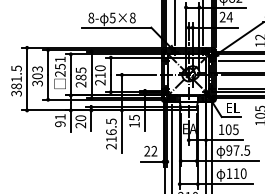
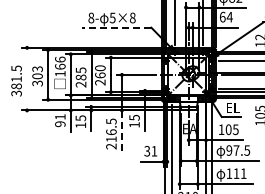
text at (222, 16): 24 -> 64
line at (116, 27): solid -> dashed
text at (60, 66): 251 -> 166
text at (100, 75): 210 -> 260
line at (27, 79): present -> none
text at (80, 121): 20 -> 15
line at (121, 132): solid -> dashed
text at (150, 150): 22 -> 31
text at (243, 173): 110 -> 111
